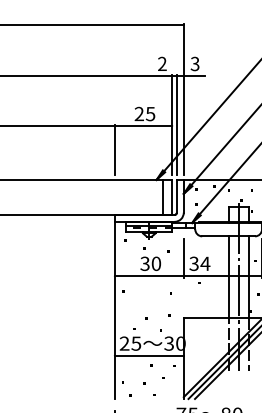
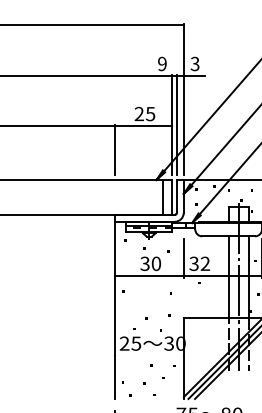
text at (162, 64): 2 -> 9
text at (205, 263): 34 -> 32
line at (148, 355): present -> none
